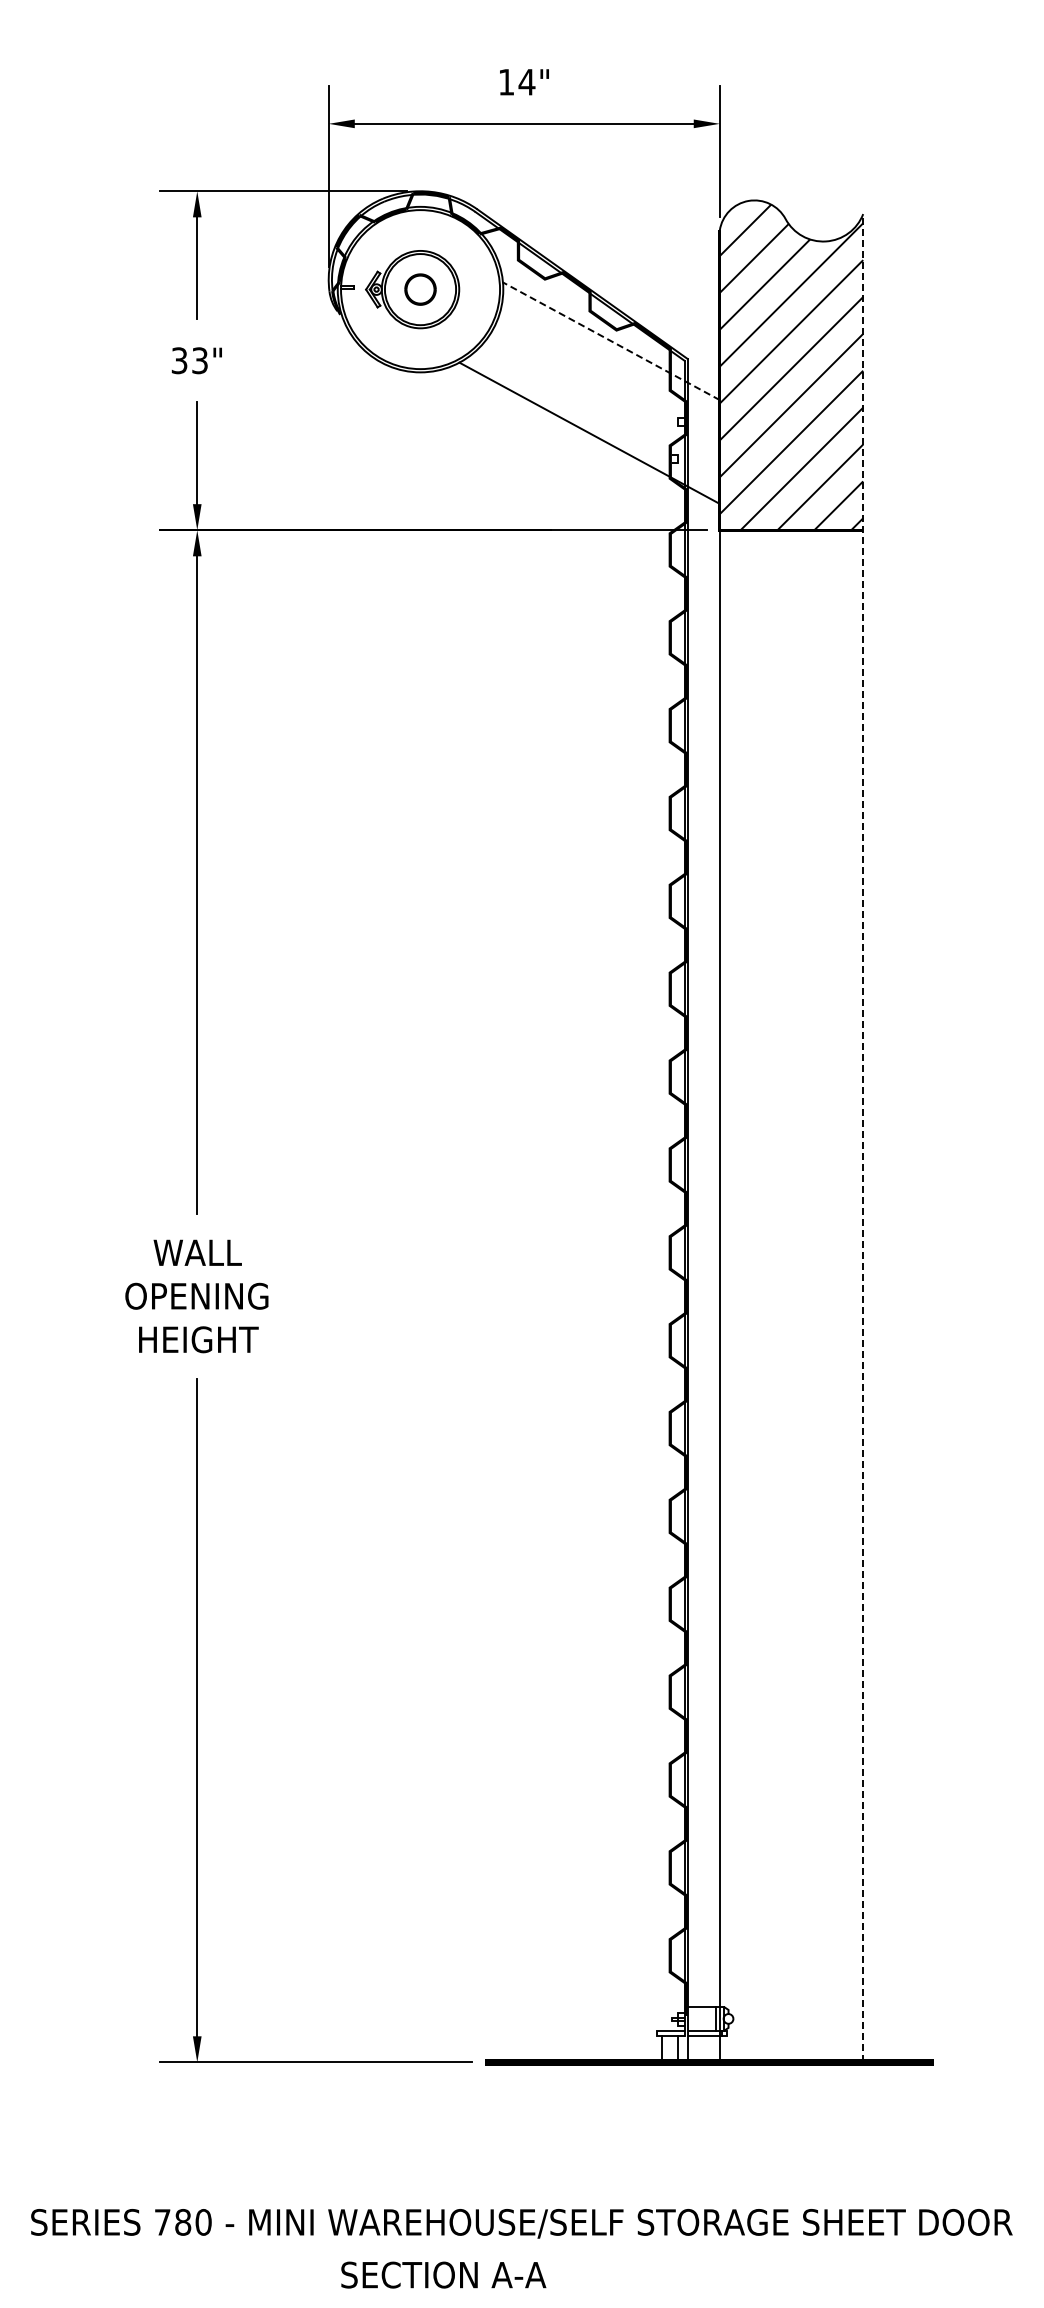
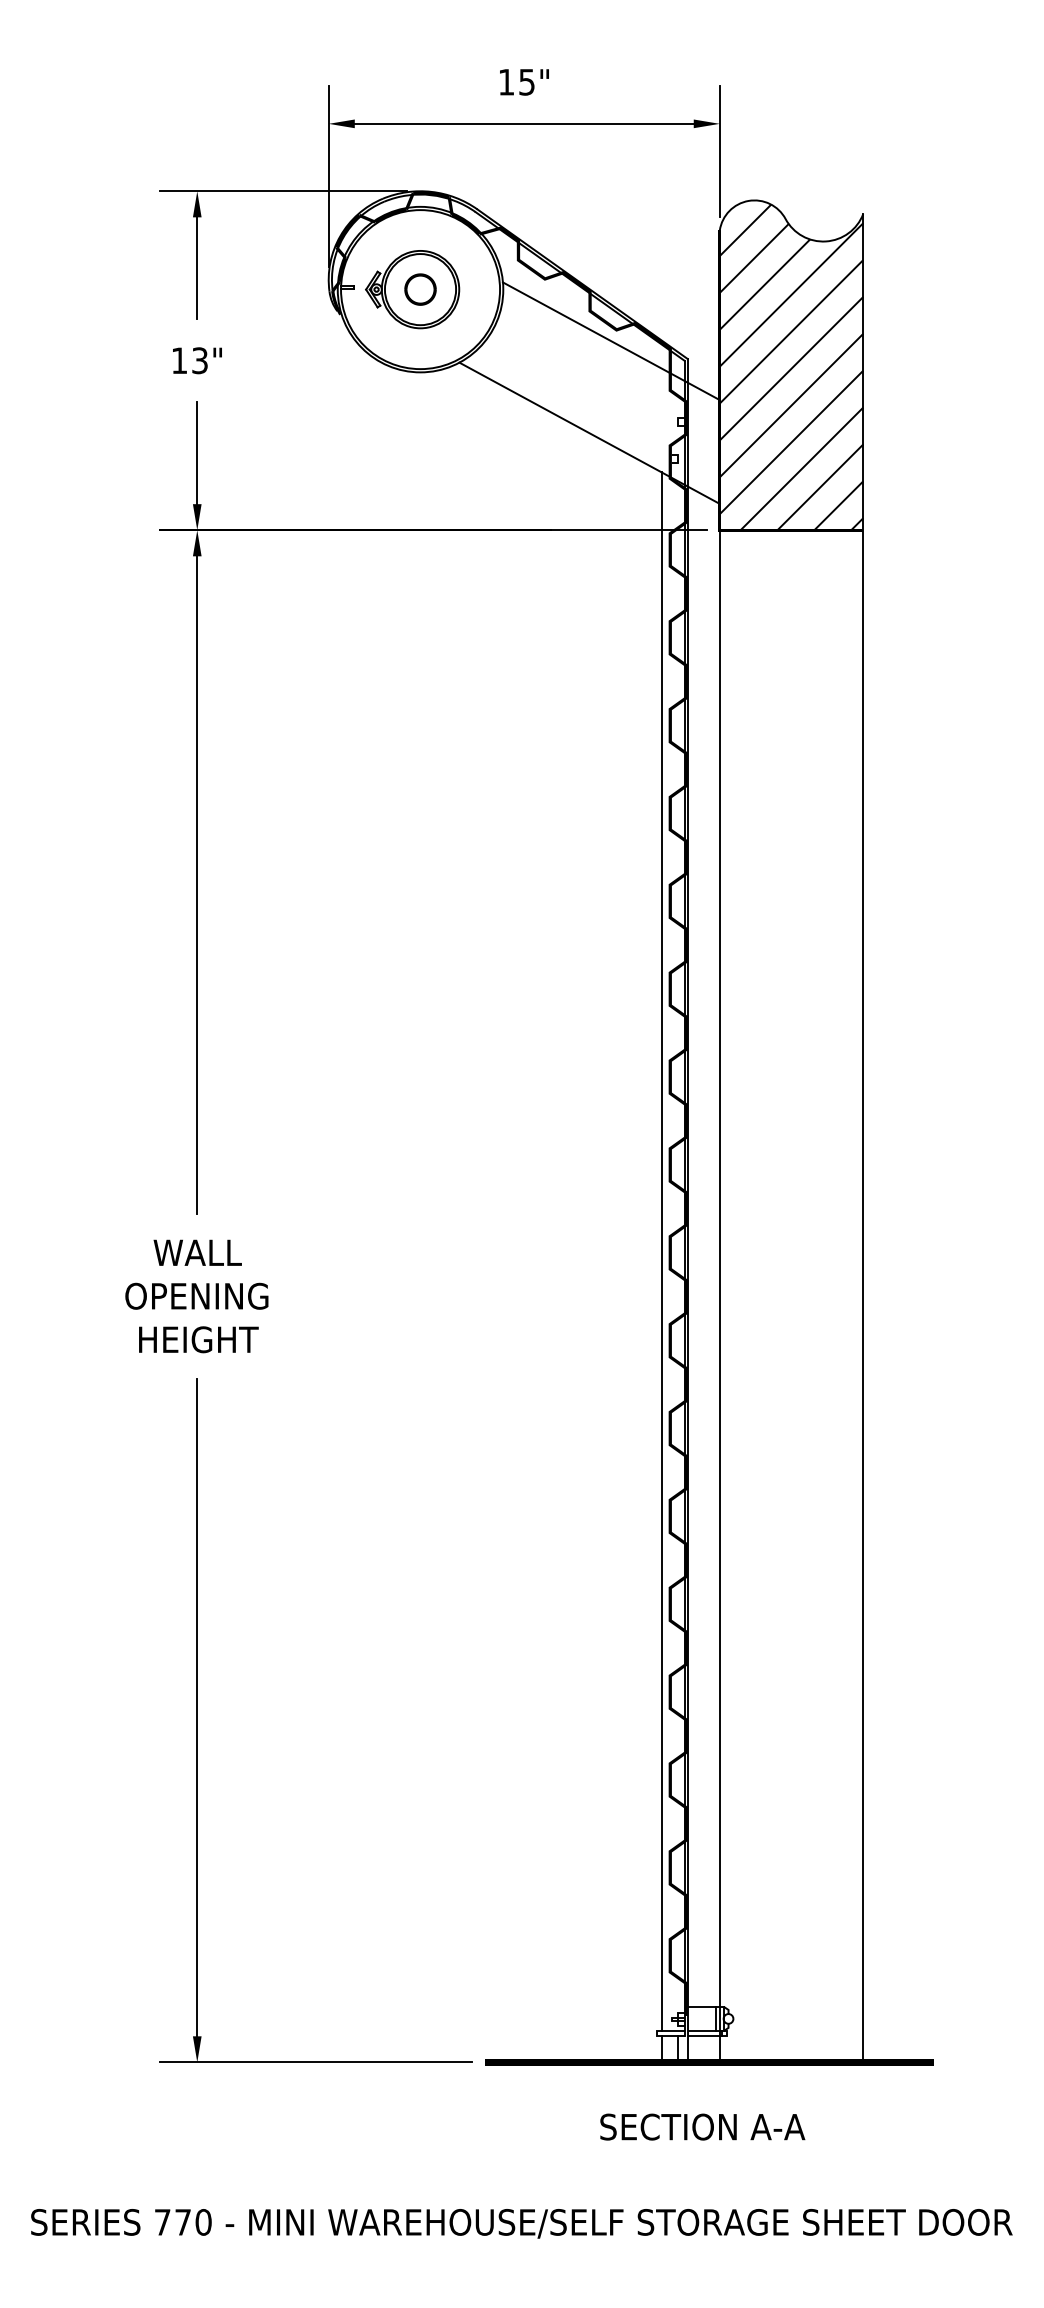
text at (526, 82): 14" -> 15"
line at (610, 341): dashed -> solid
text at (179, 360): 33" -> 13"
line at (863, 1137): dashed -> solid
line at (661, 1251): none -> present
text at (183, 2222): 780 -> 770
text at (443, 2274) position: (443, 2274) -> (702, 2126)
